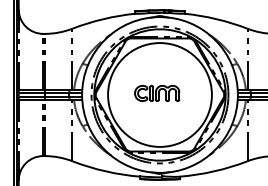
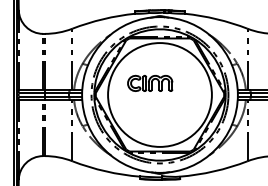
part at (157, 92) position: (157, 92) -> (150, 82)
